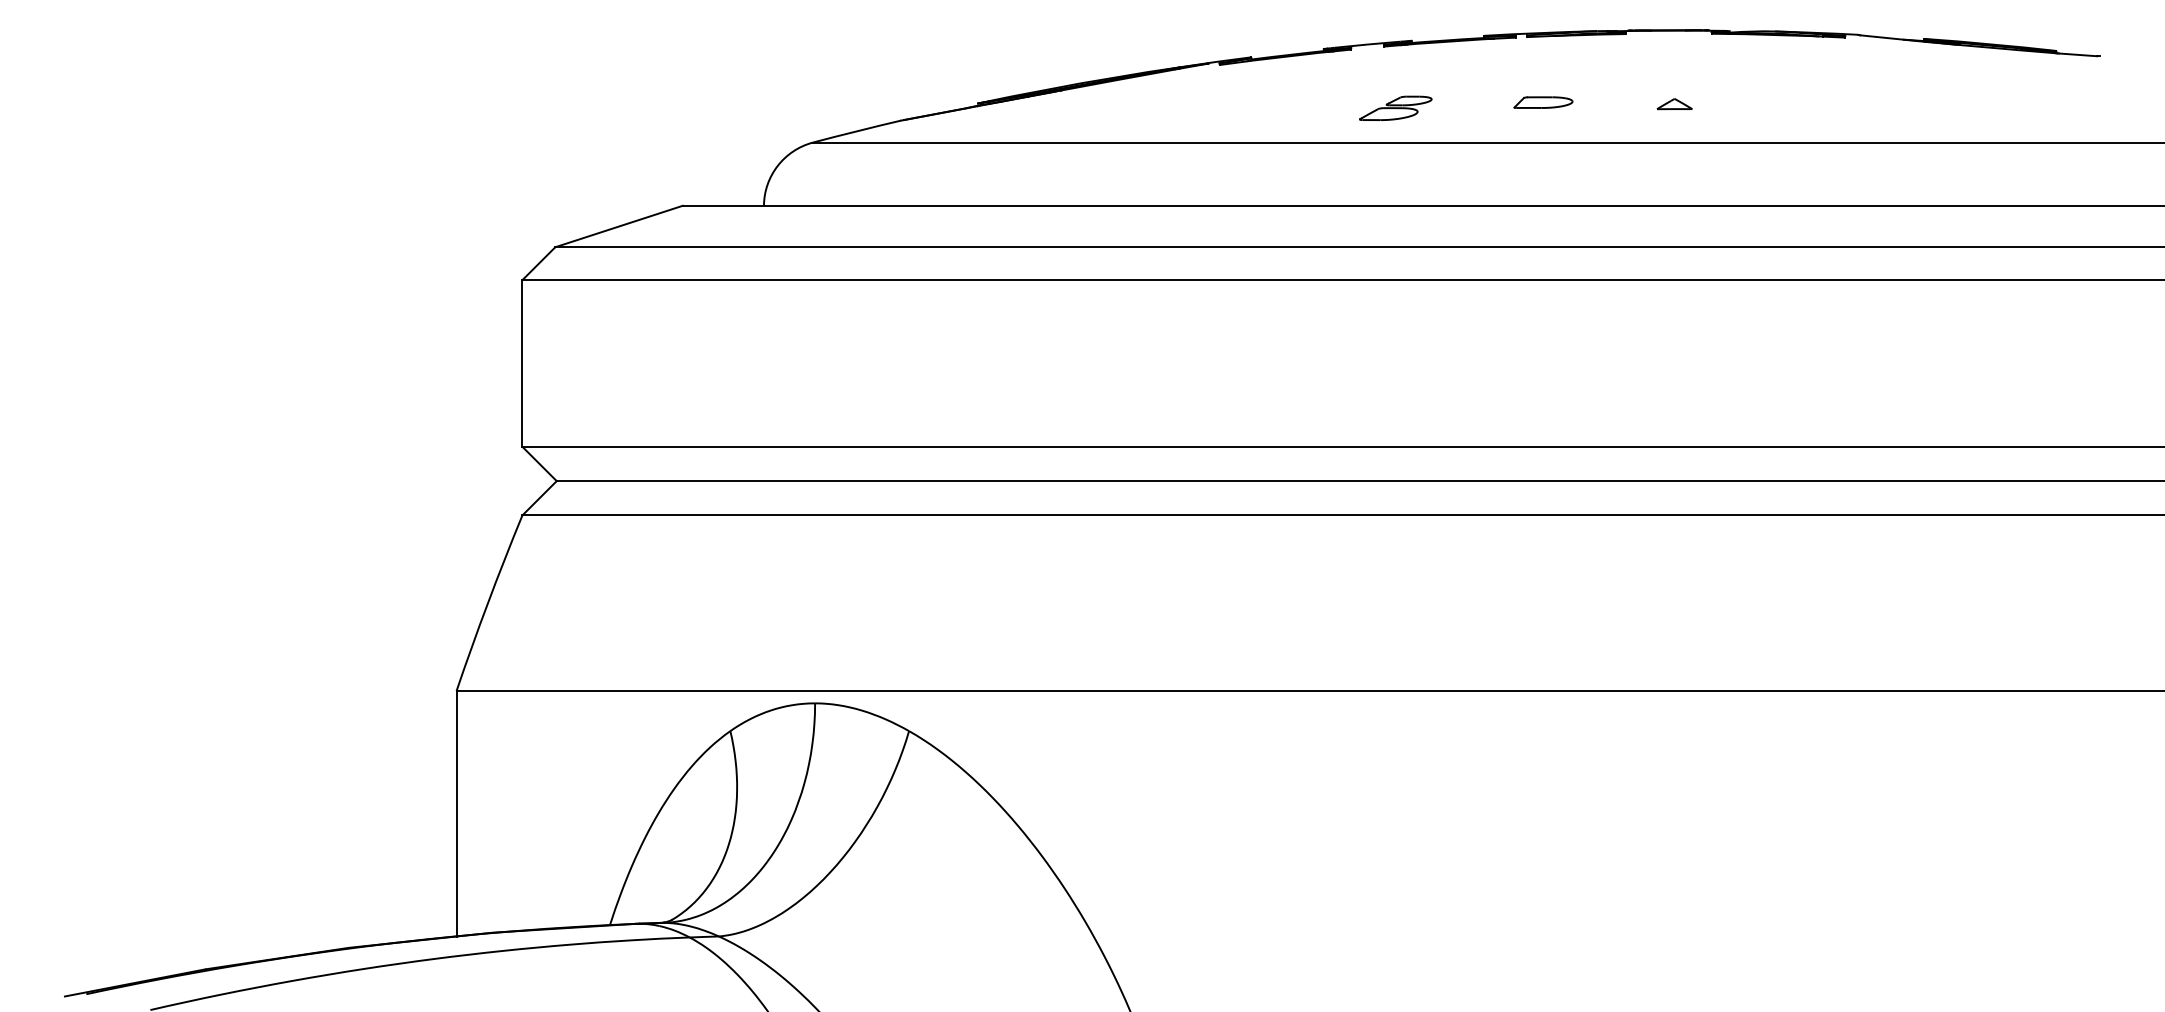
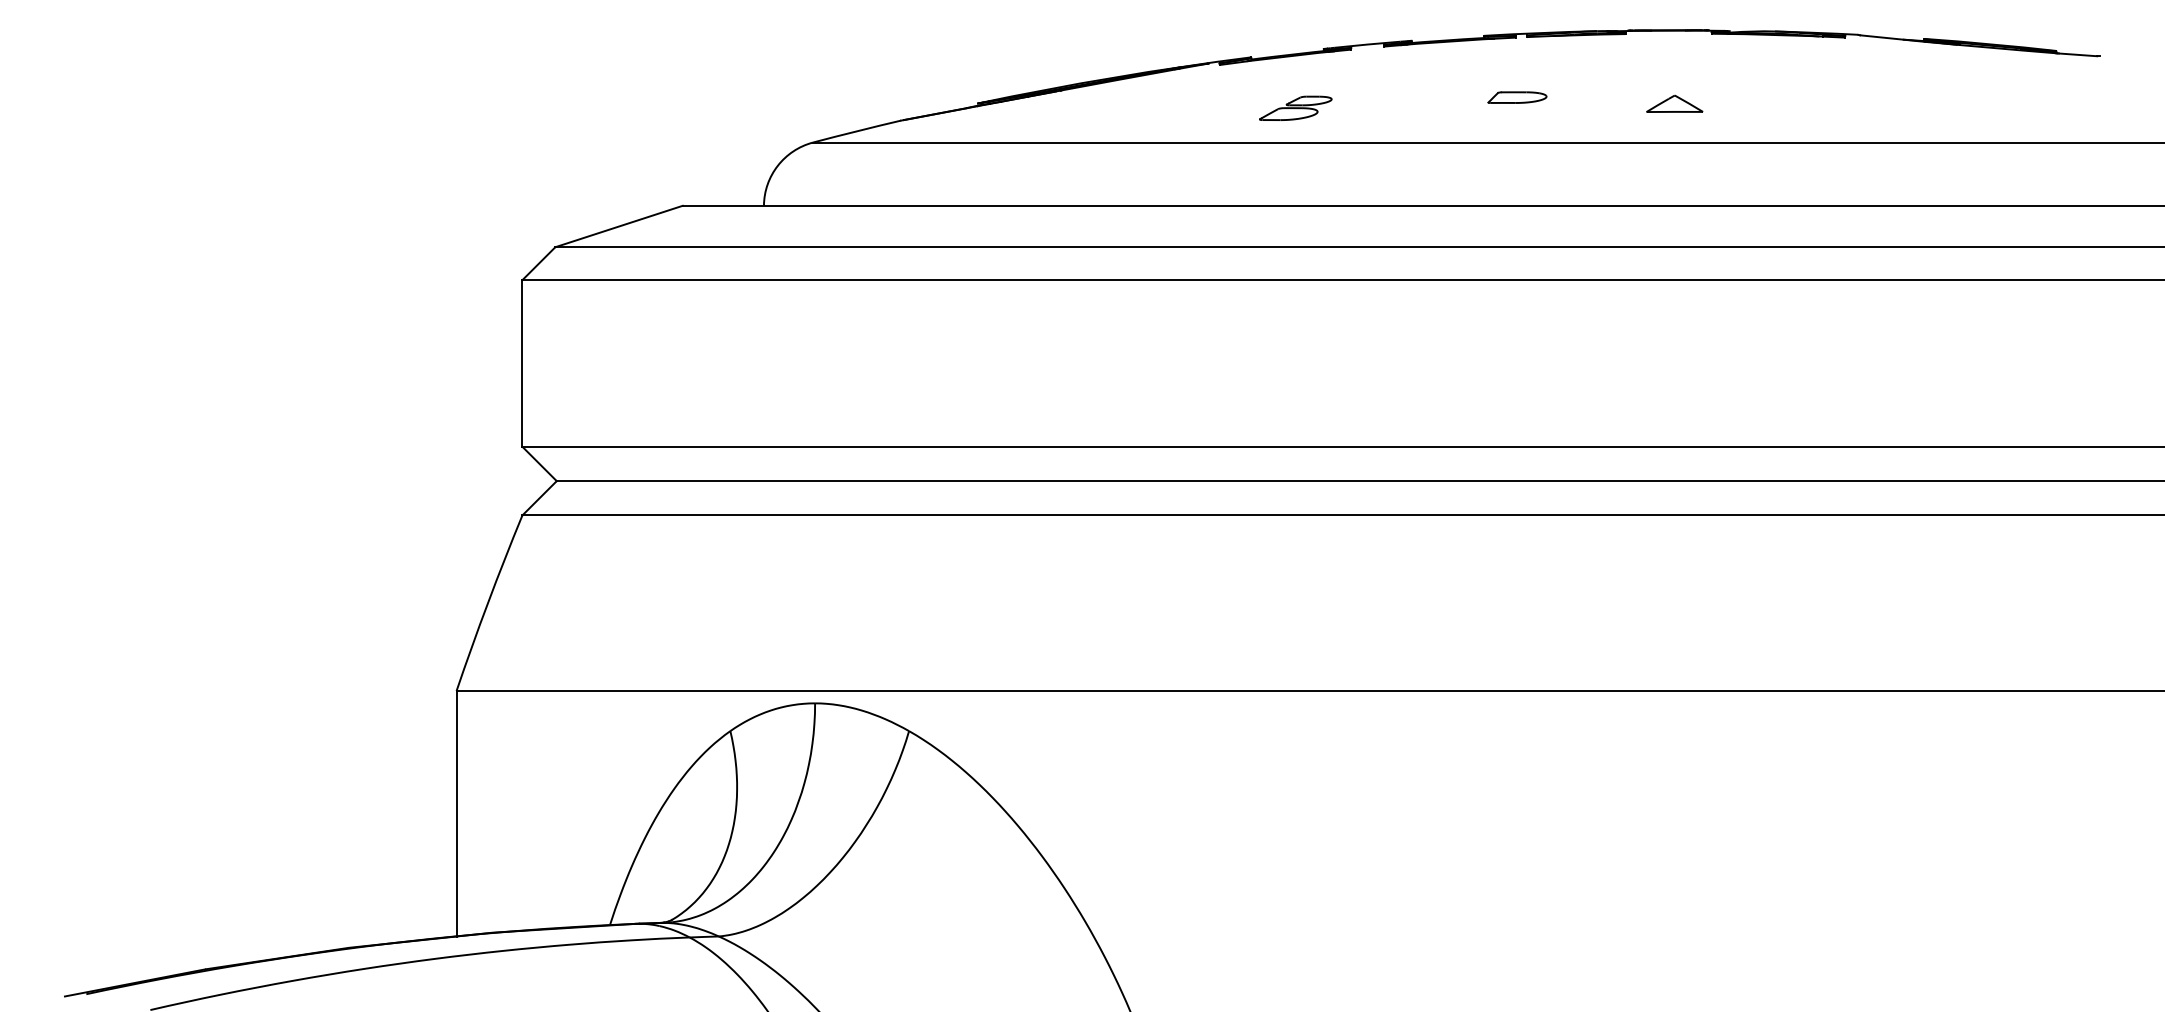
part at (1543, 102) position: (1543, 102) -> (1517, 97)
part at (1674, 104) size: 37x13 px -> 58x19 px
part at (1395, 107) position: (1395, 107) -> (1295, 107)
